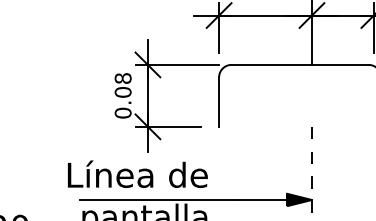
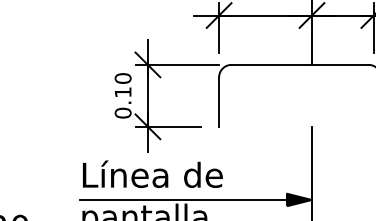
text at (122, 85): 0.08 -> 0.10
text at (137, 173) position: (137, 173) -> (152, 173)
line at (311, 173): dashed -> solid
